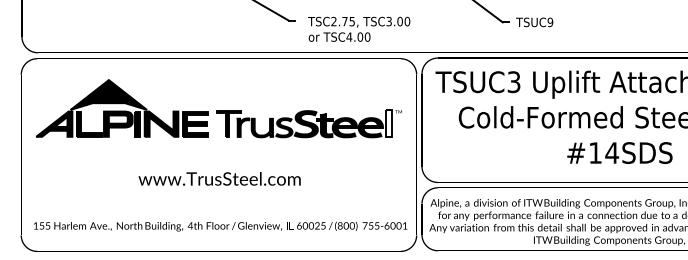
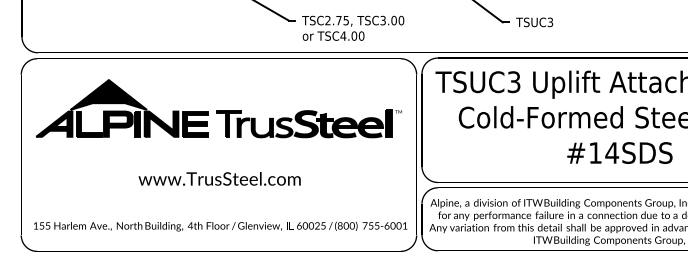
text at (550, 21): TSUC9 -> TSUC3
text at (359, 28) position: (359, 28) -> (353, 27)
fill at (388, 123): none -> present
